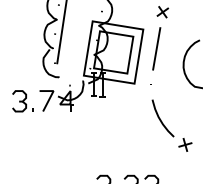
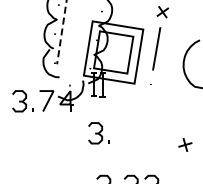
line at (61, 32): solid -> dashed
curve at (161, 119): present -> none
part at (98, 133): none -> present
